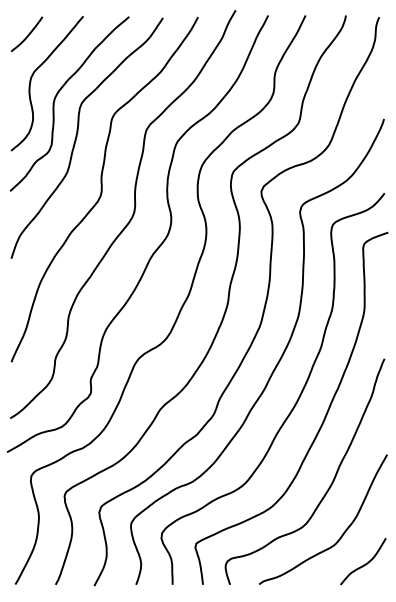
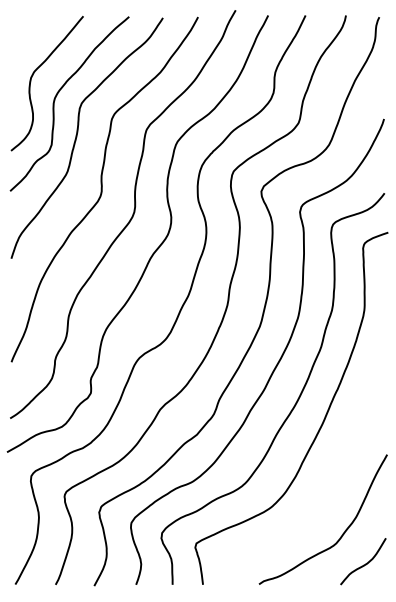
curve at (28, 33): present -> none
curve at (328, 487): present -> none
